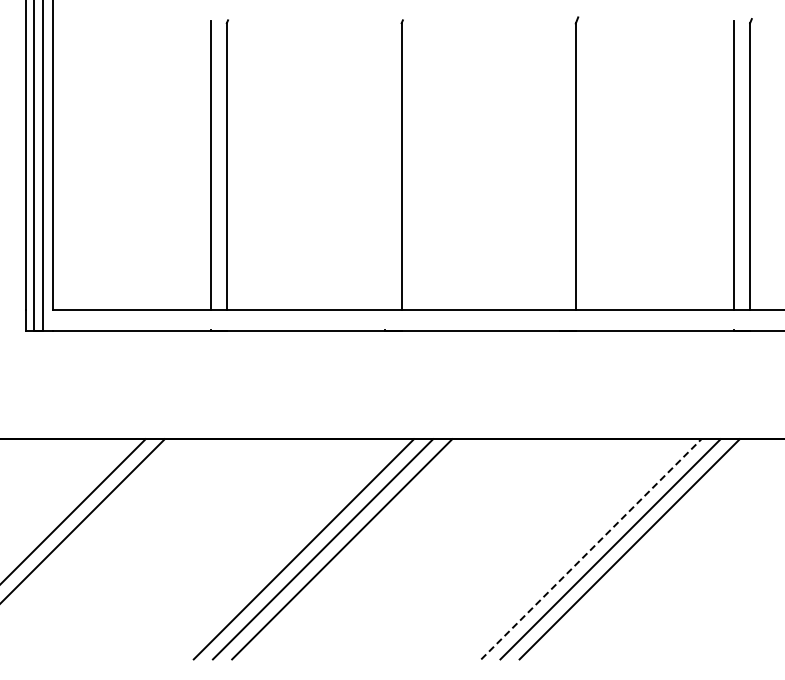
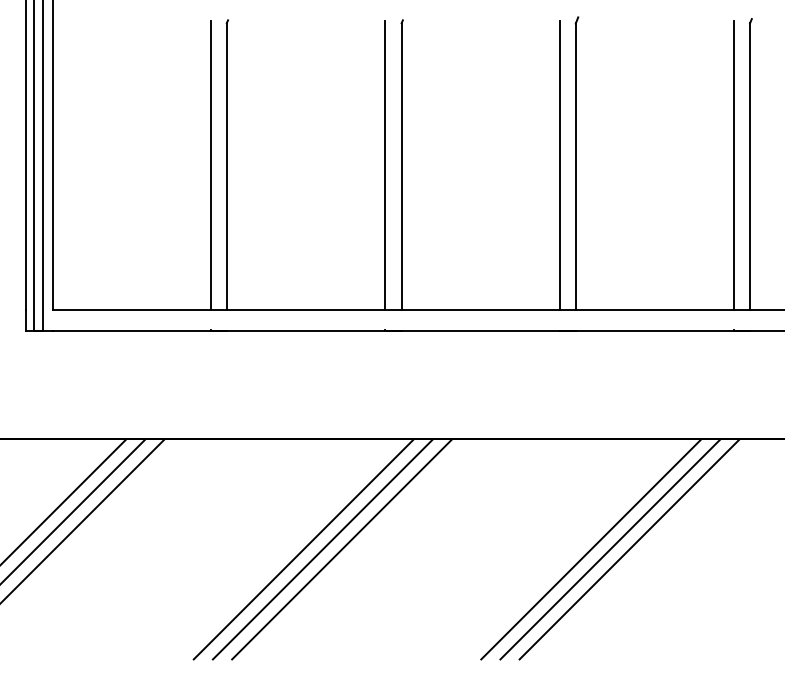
line at (385, 165): none -> present
line at (559, 165): none -> present
line at (64, 501): none -> present
line at (591, 549): dashed -> solid
